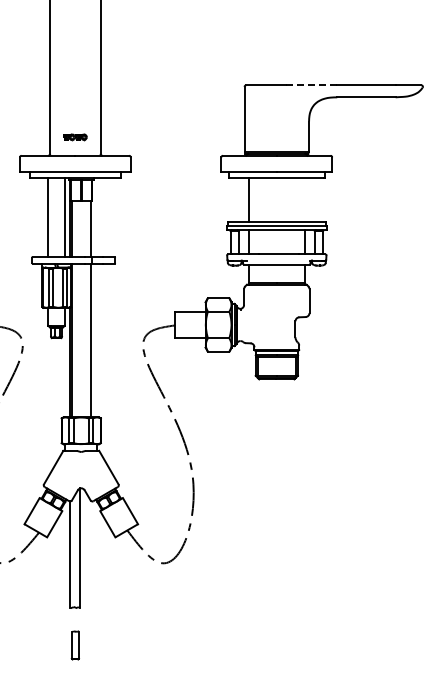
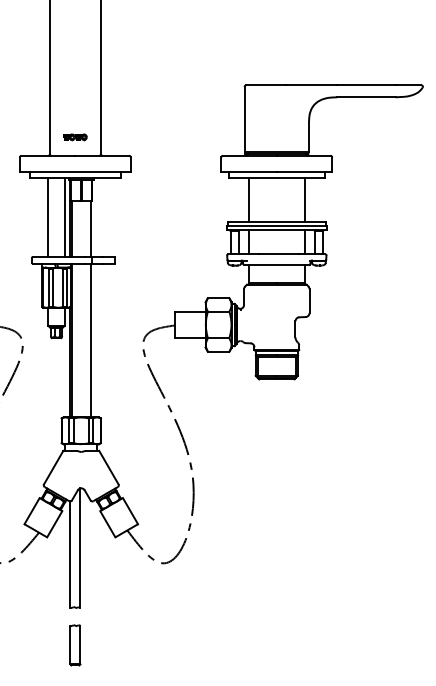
line at (312, 85): dashed -> solid
line at (305, 199): none -> present
part at (74, 645) size: 10x31 px -> 13x43 px
